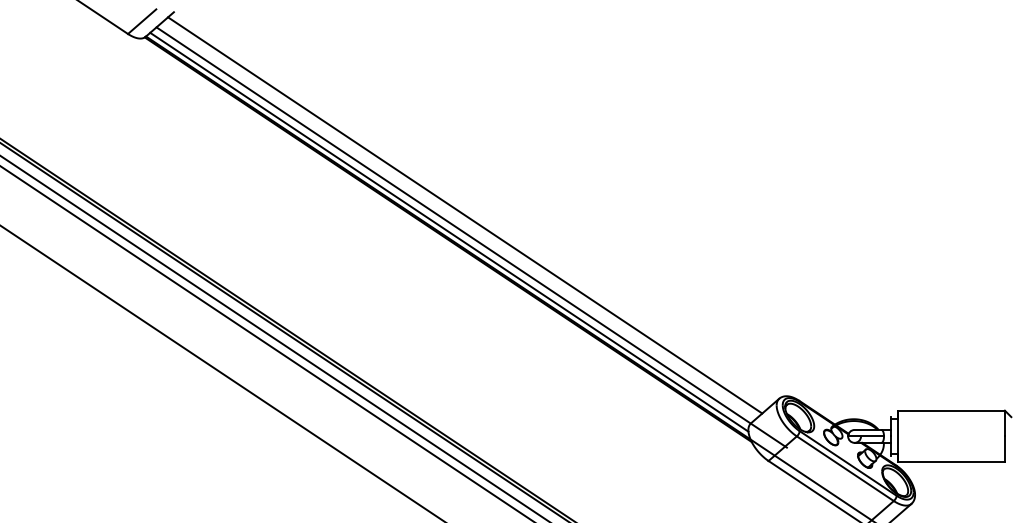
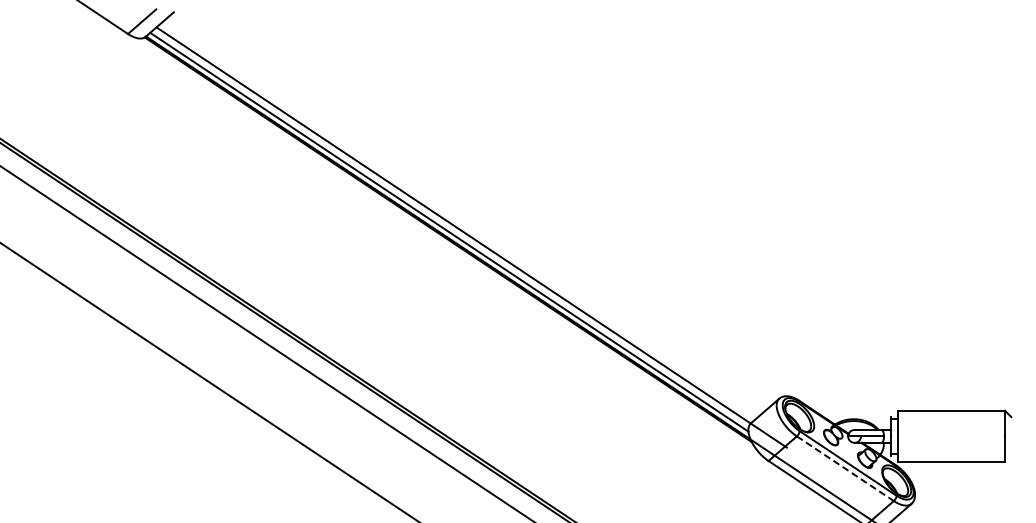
line at (465, 215): present -> none
line at (274, 337): present -> none
line at (221, 372) position: (221, 372) -> (208, 381)
line at (845, 468): solid -> dashed
